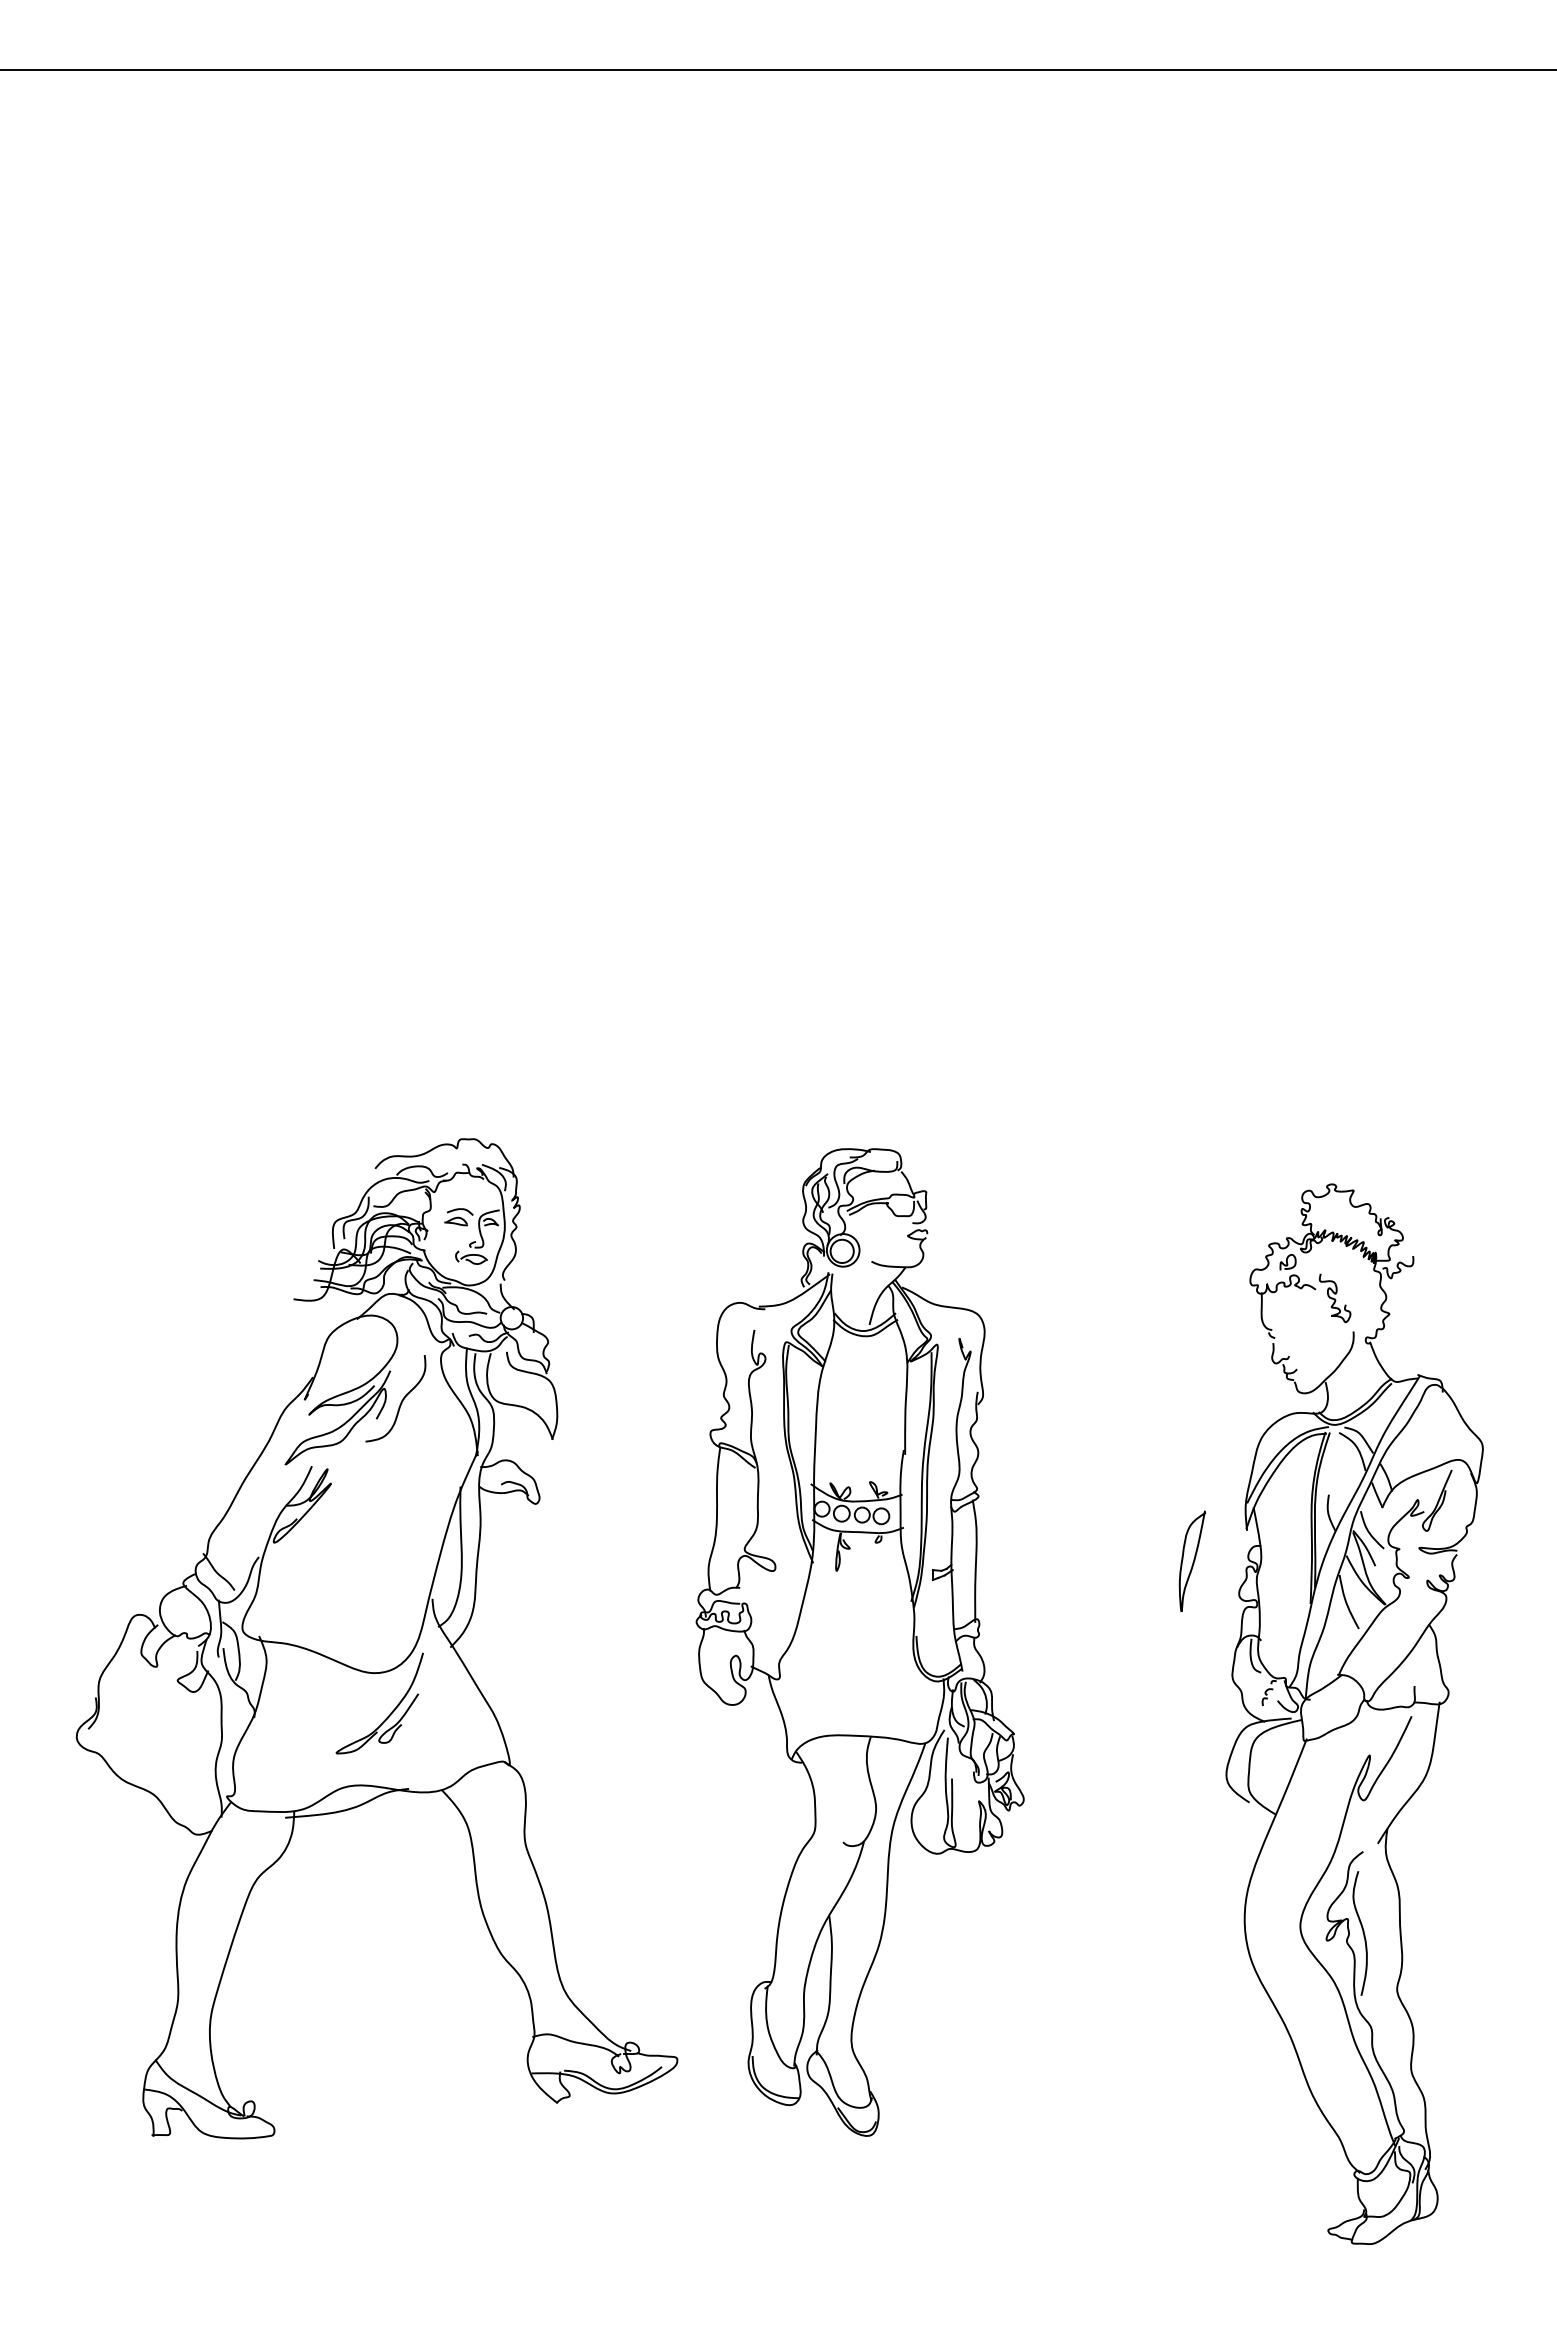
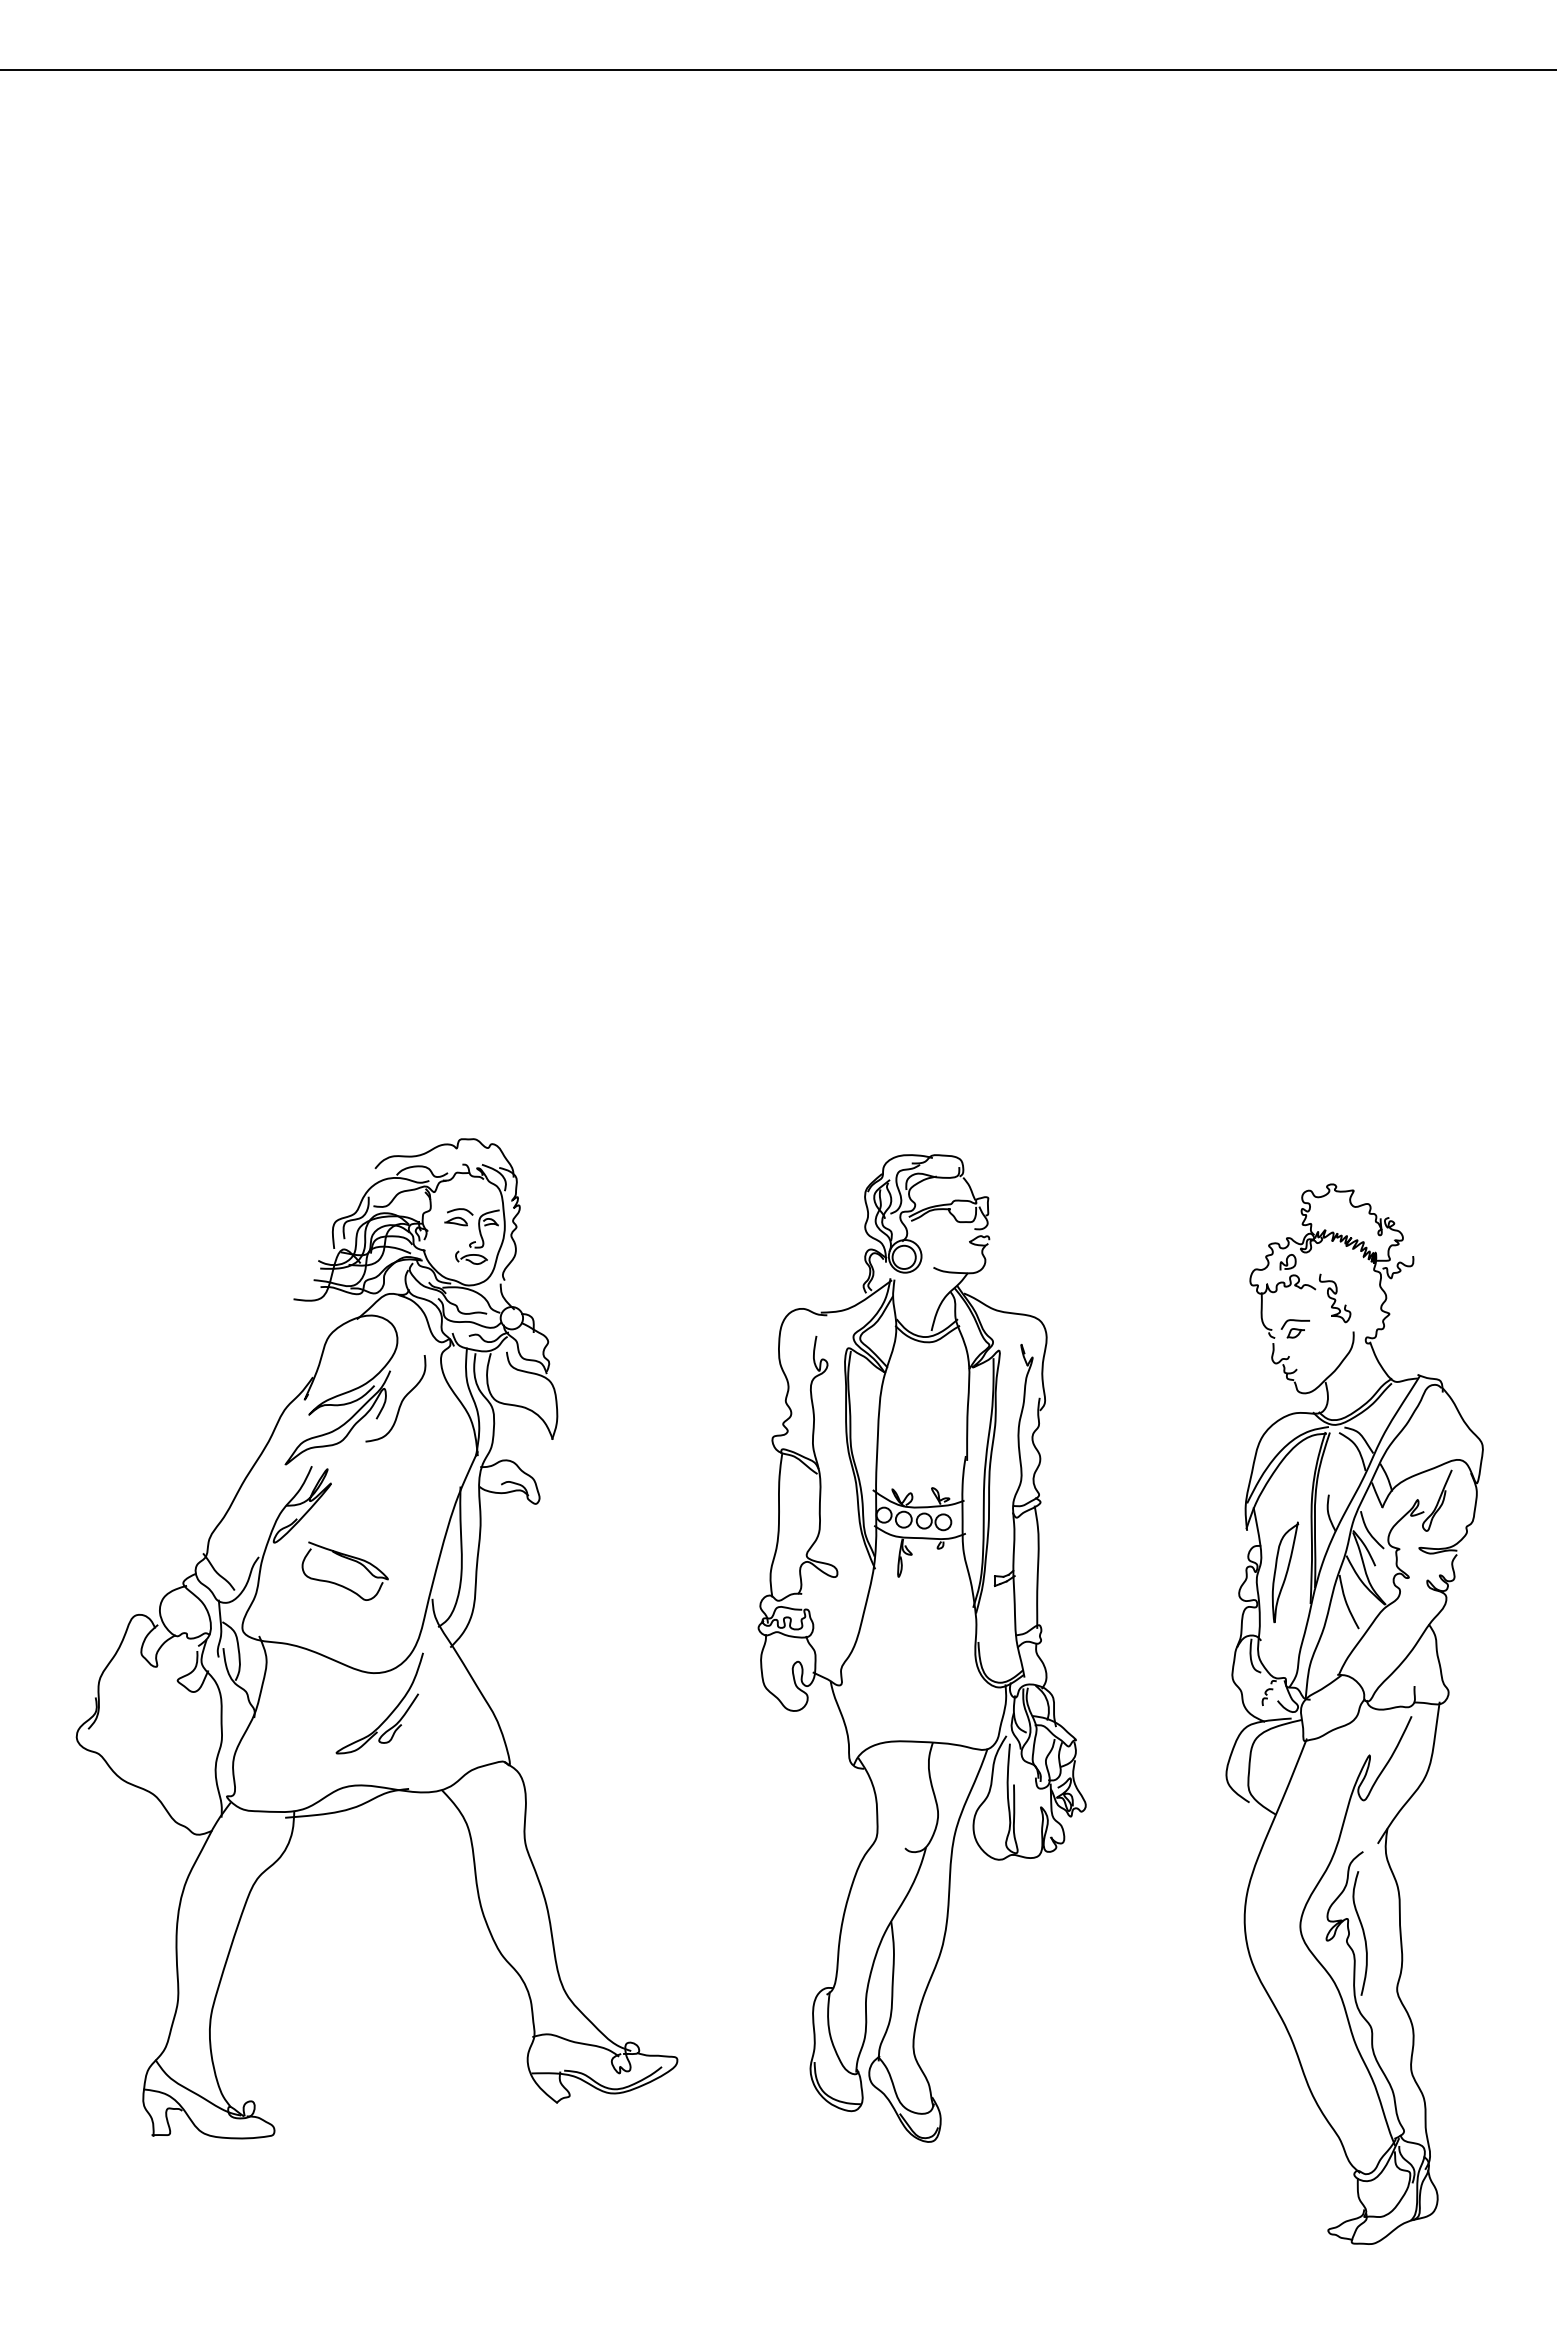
part at (1294, 1328): none -> present
part at (347, 1559): none -> present
curve at (1193, 1561) position: (1193, 1561) -> (1286, 1572)
part at (859, 1642) position: (859, 1642) -> (921, 1648)
